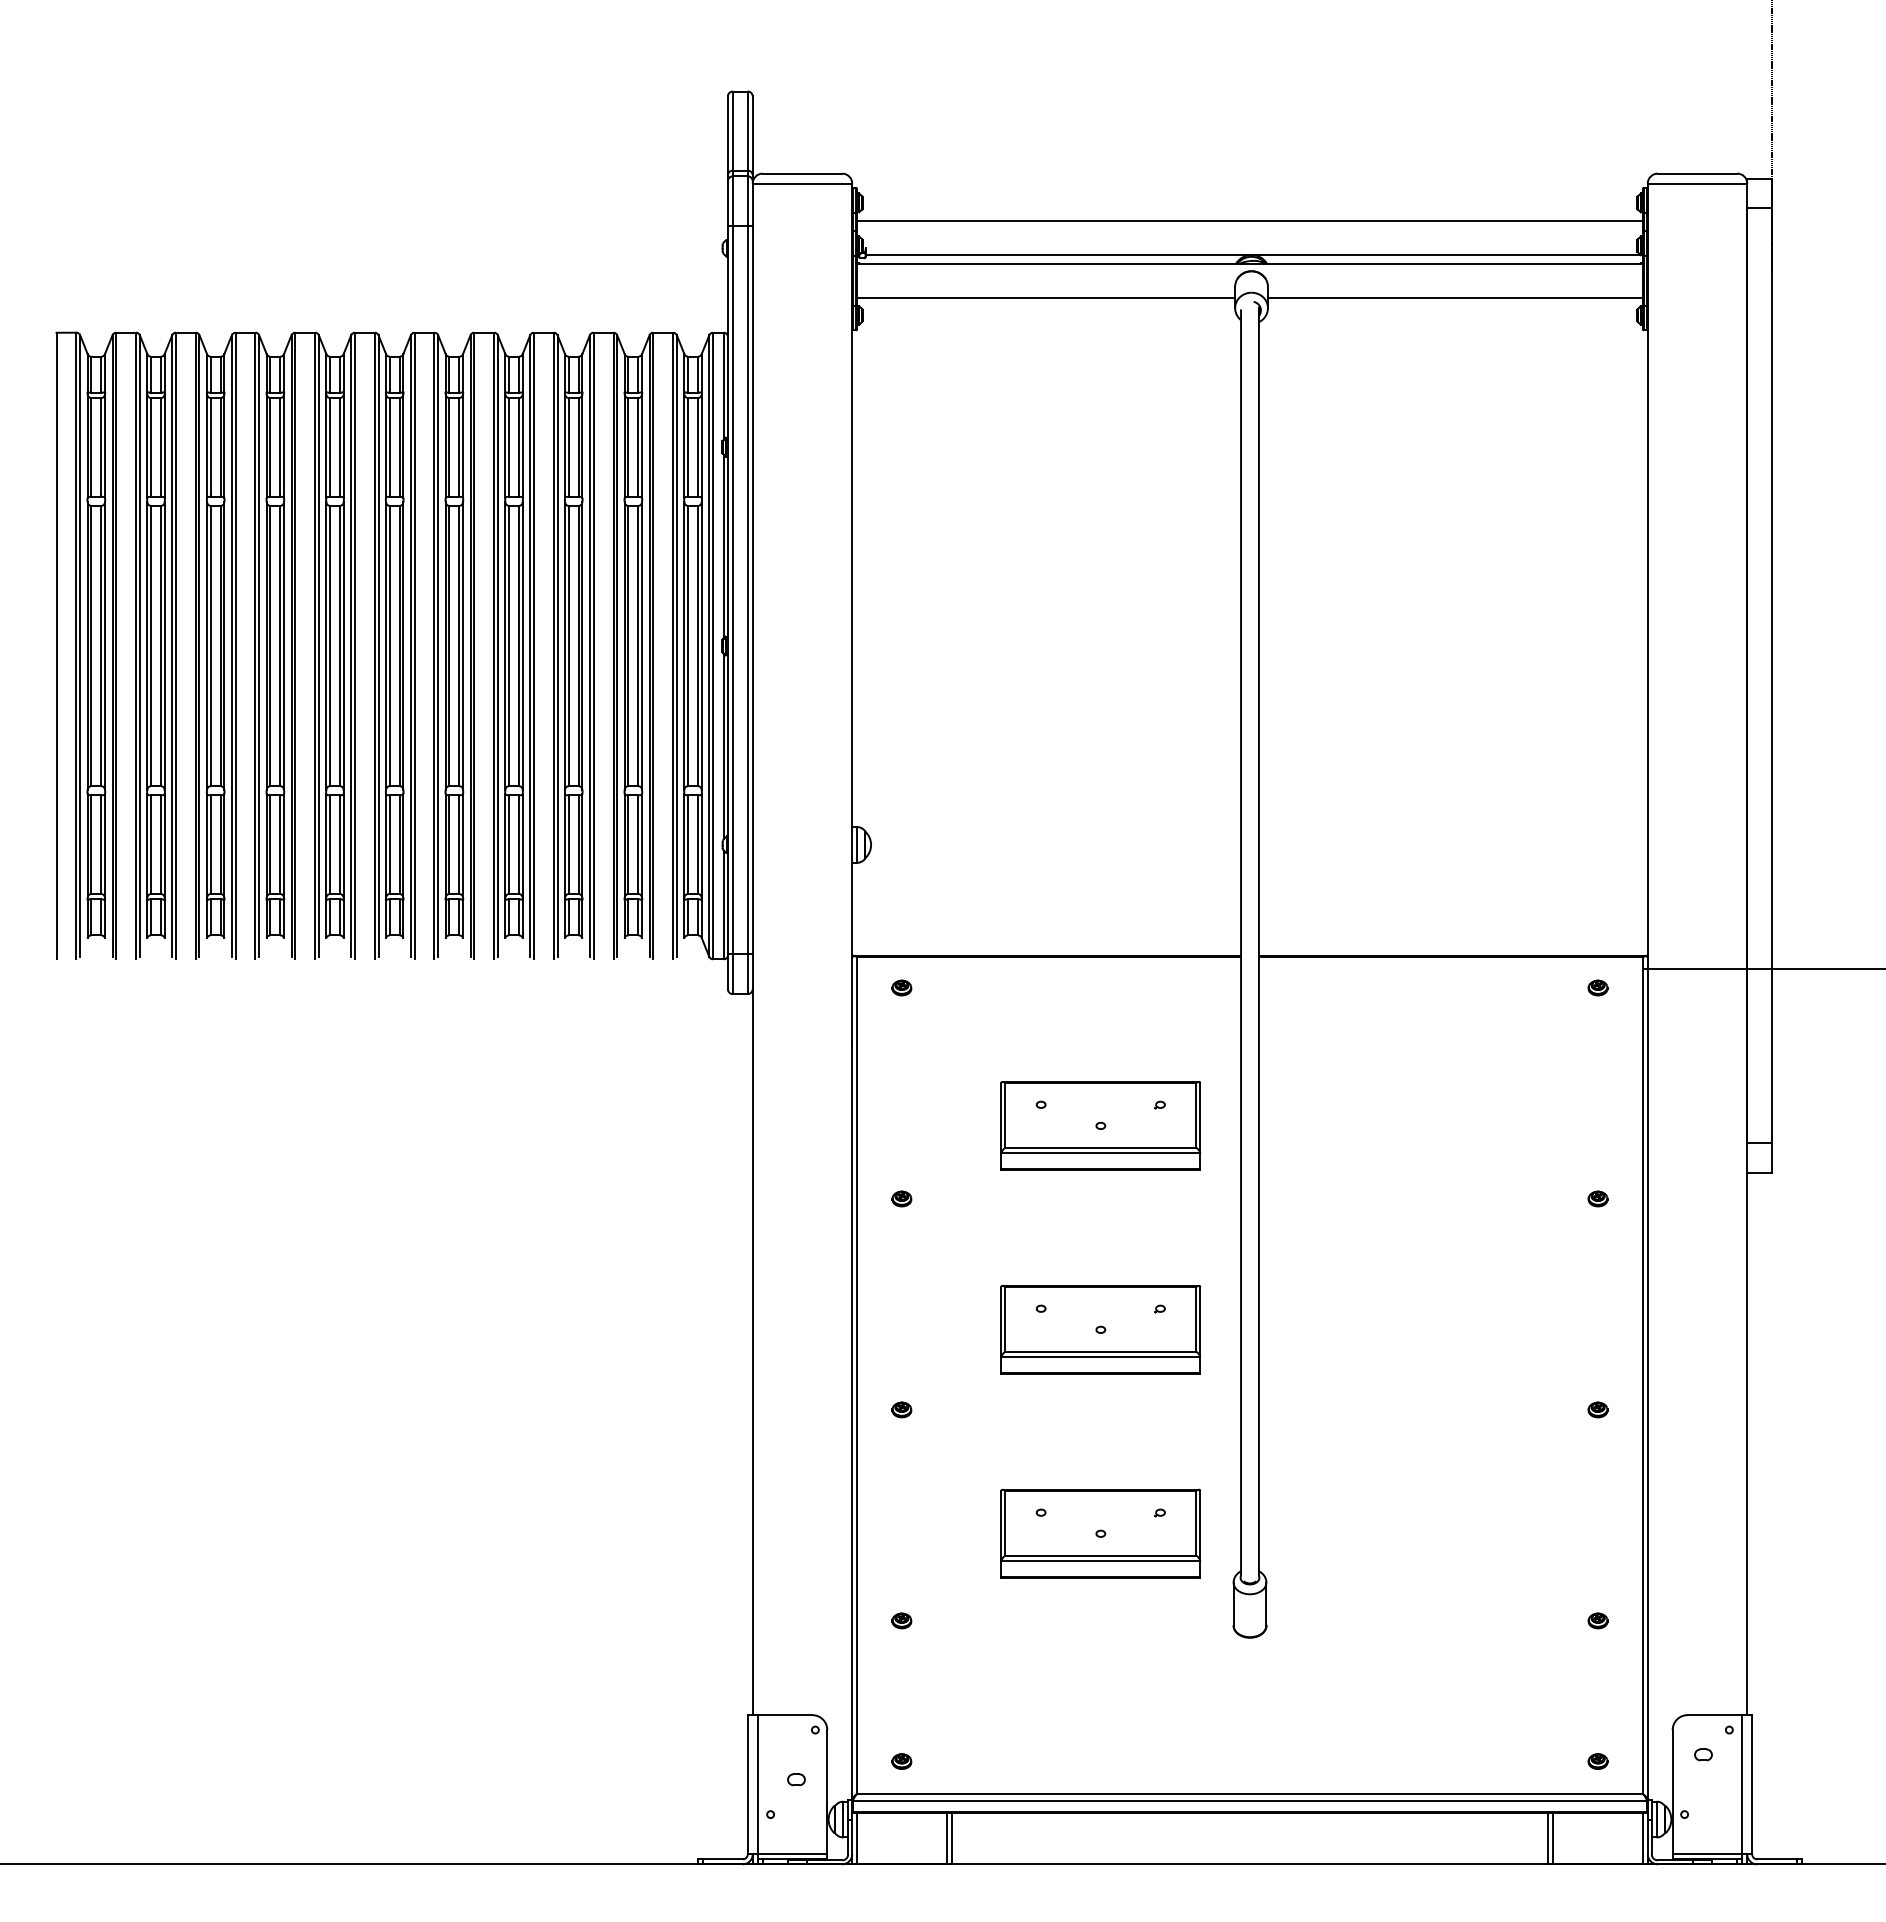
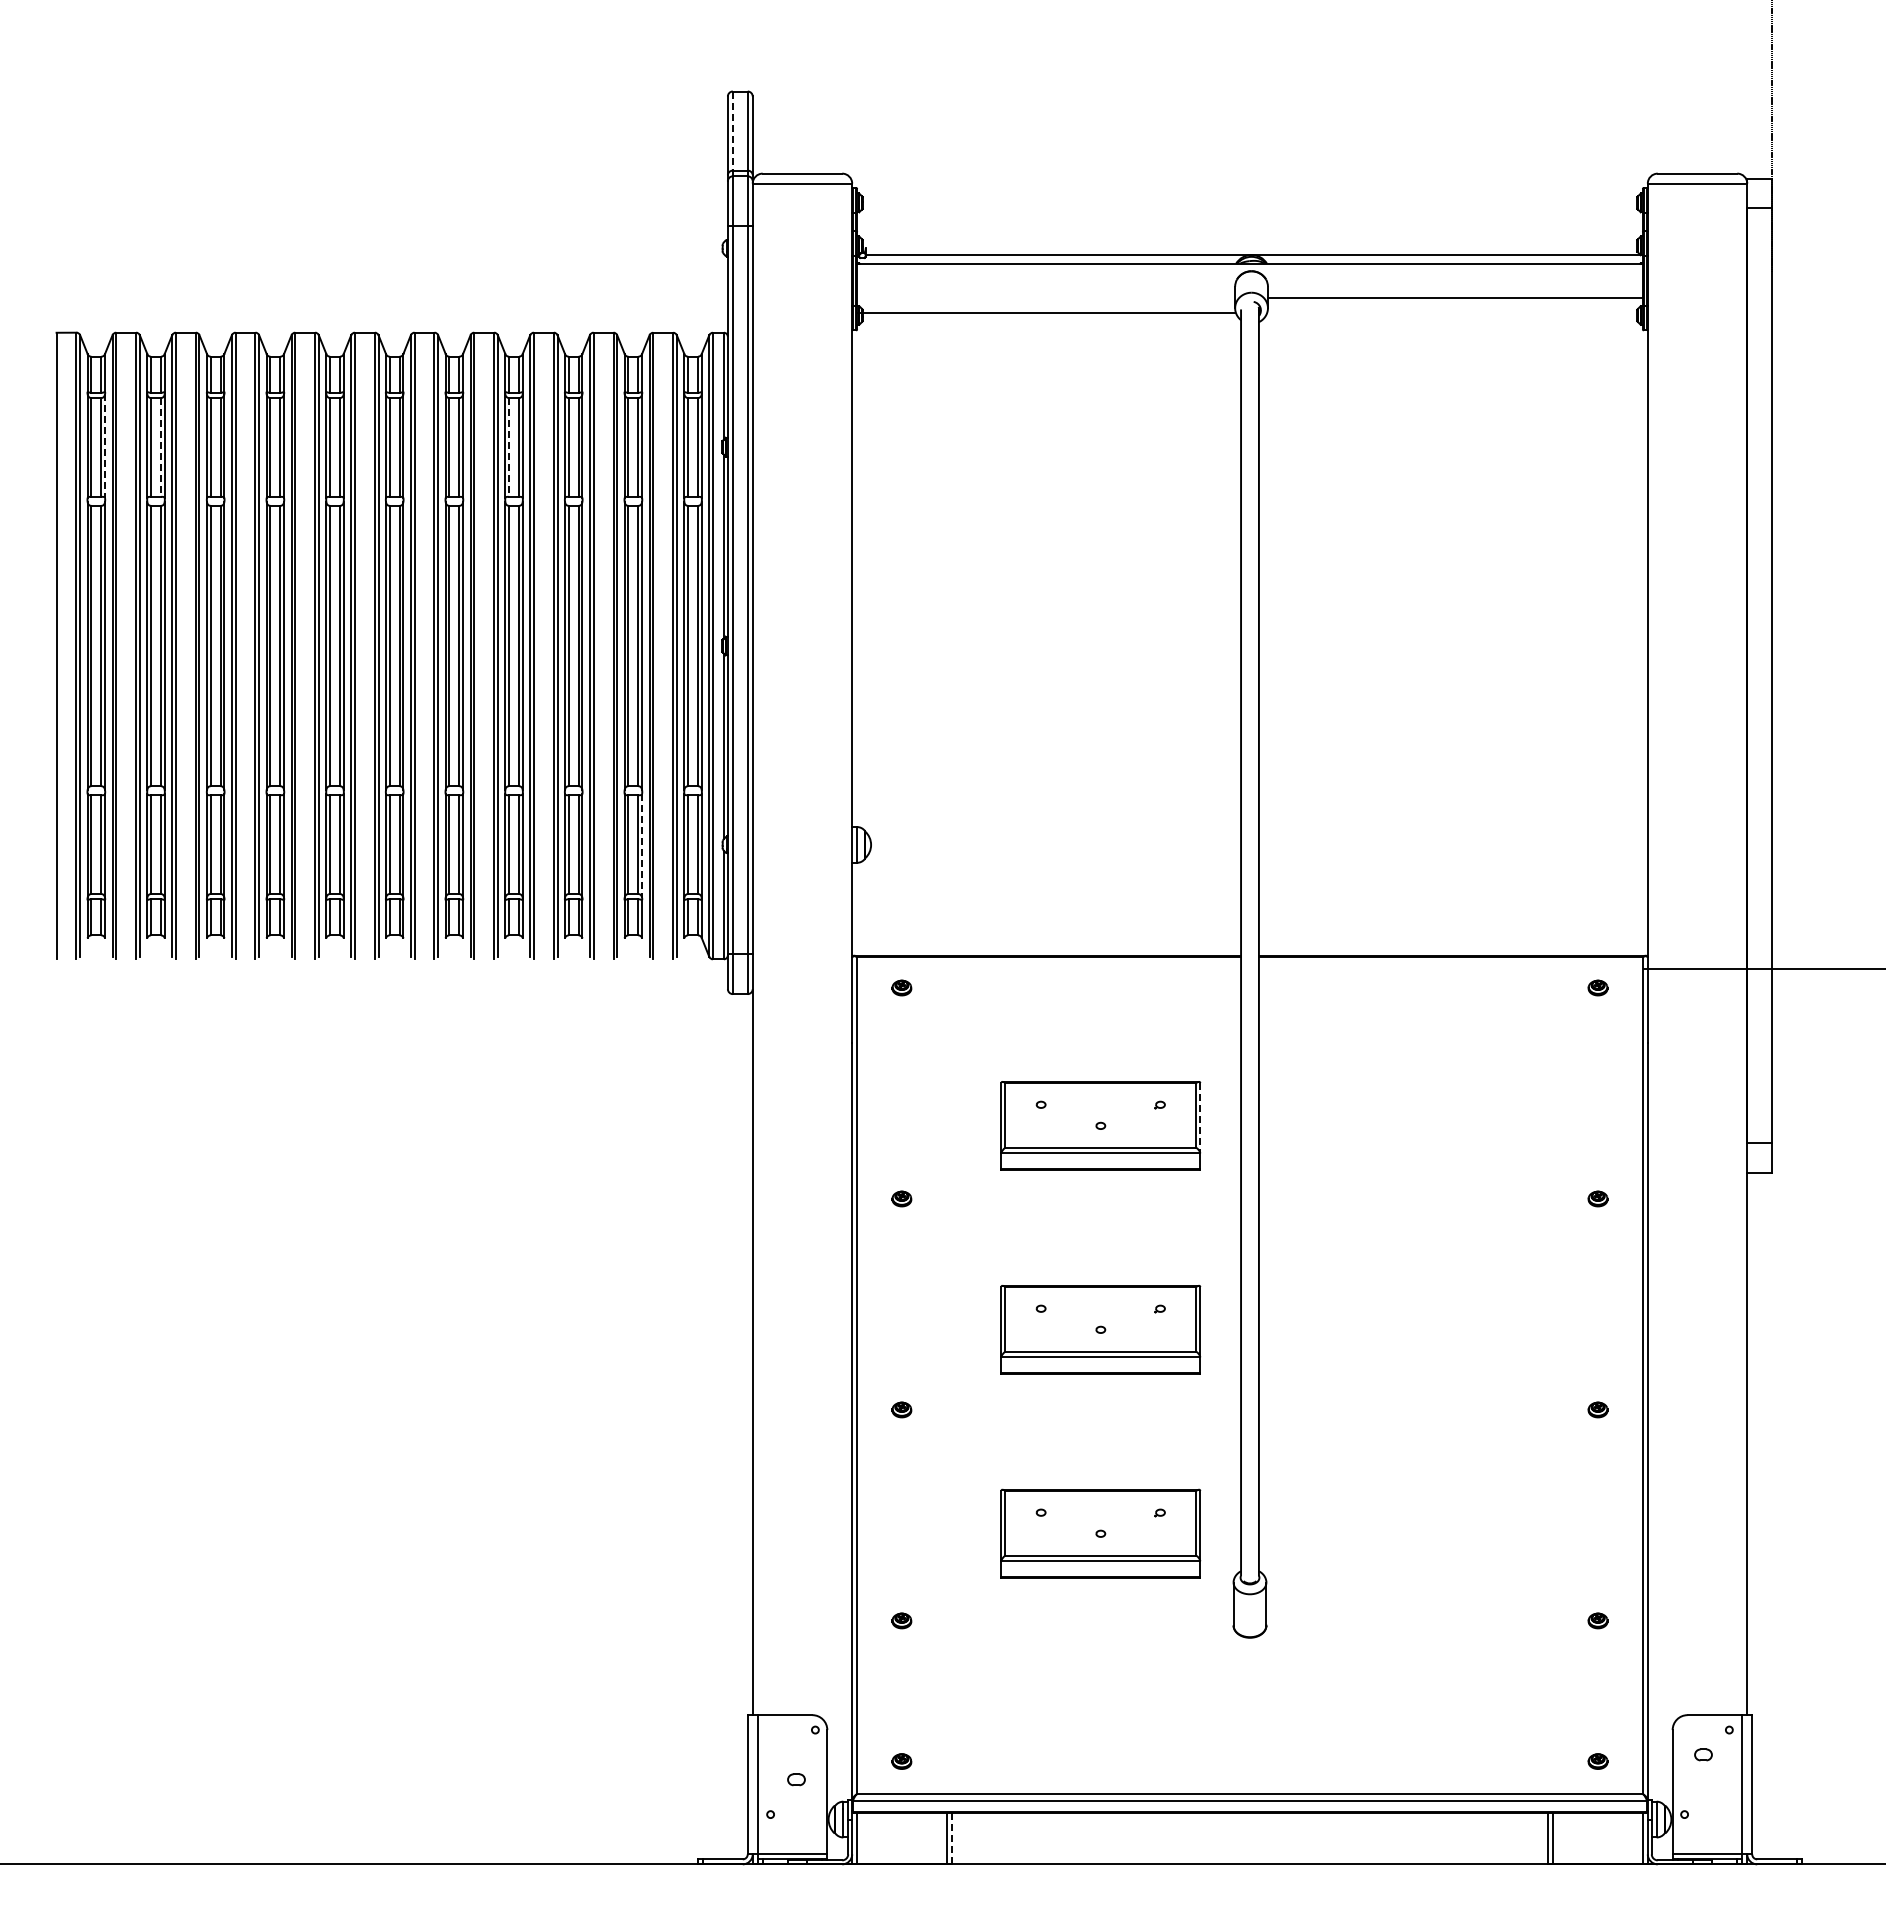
line at (732, 131): solid -> dashed
line at (1249, 220): present -> none
line at (1046, 297) position: (1046, 297) -> (1046, 312)
line at (105, 446): solid -> dashed
line at (160, 447): solid -> dashed
line at (509, 447): solid -> dashed
line at (642, 845): solid -> dashed
line at (1200, 1118): solid -> dashed
line at (951, 1838): solid -> dashed
